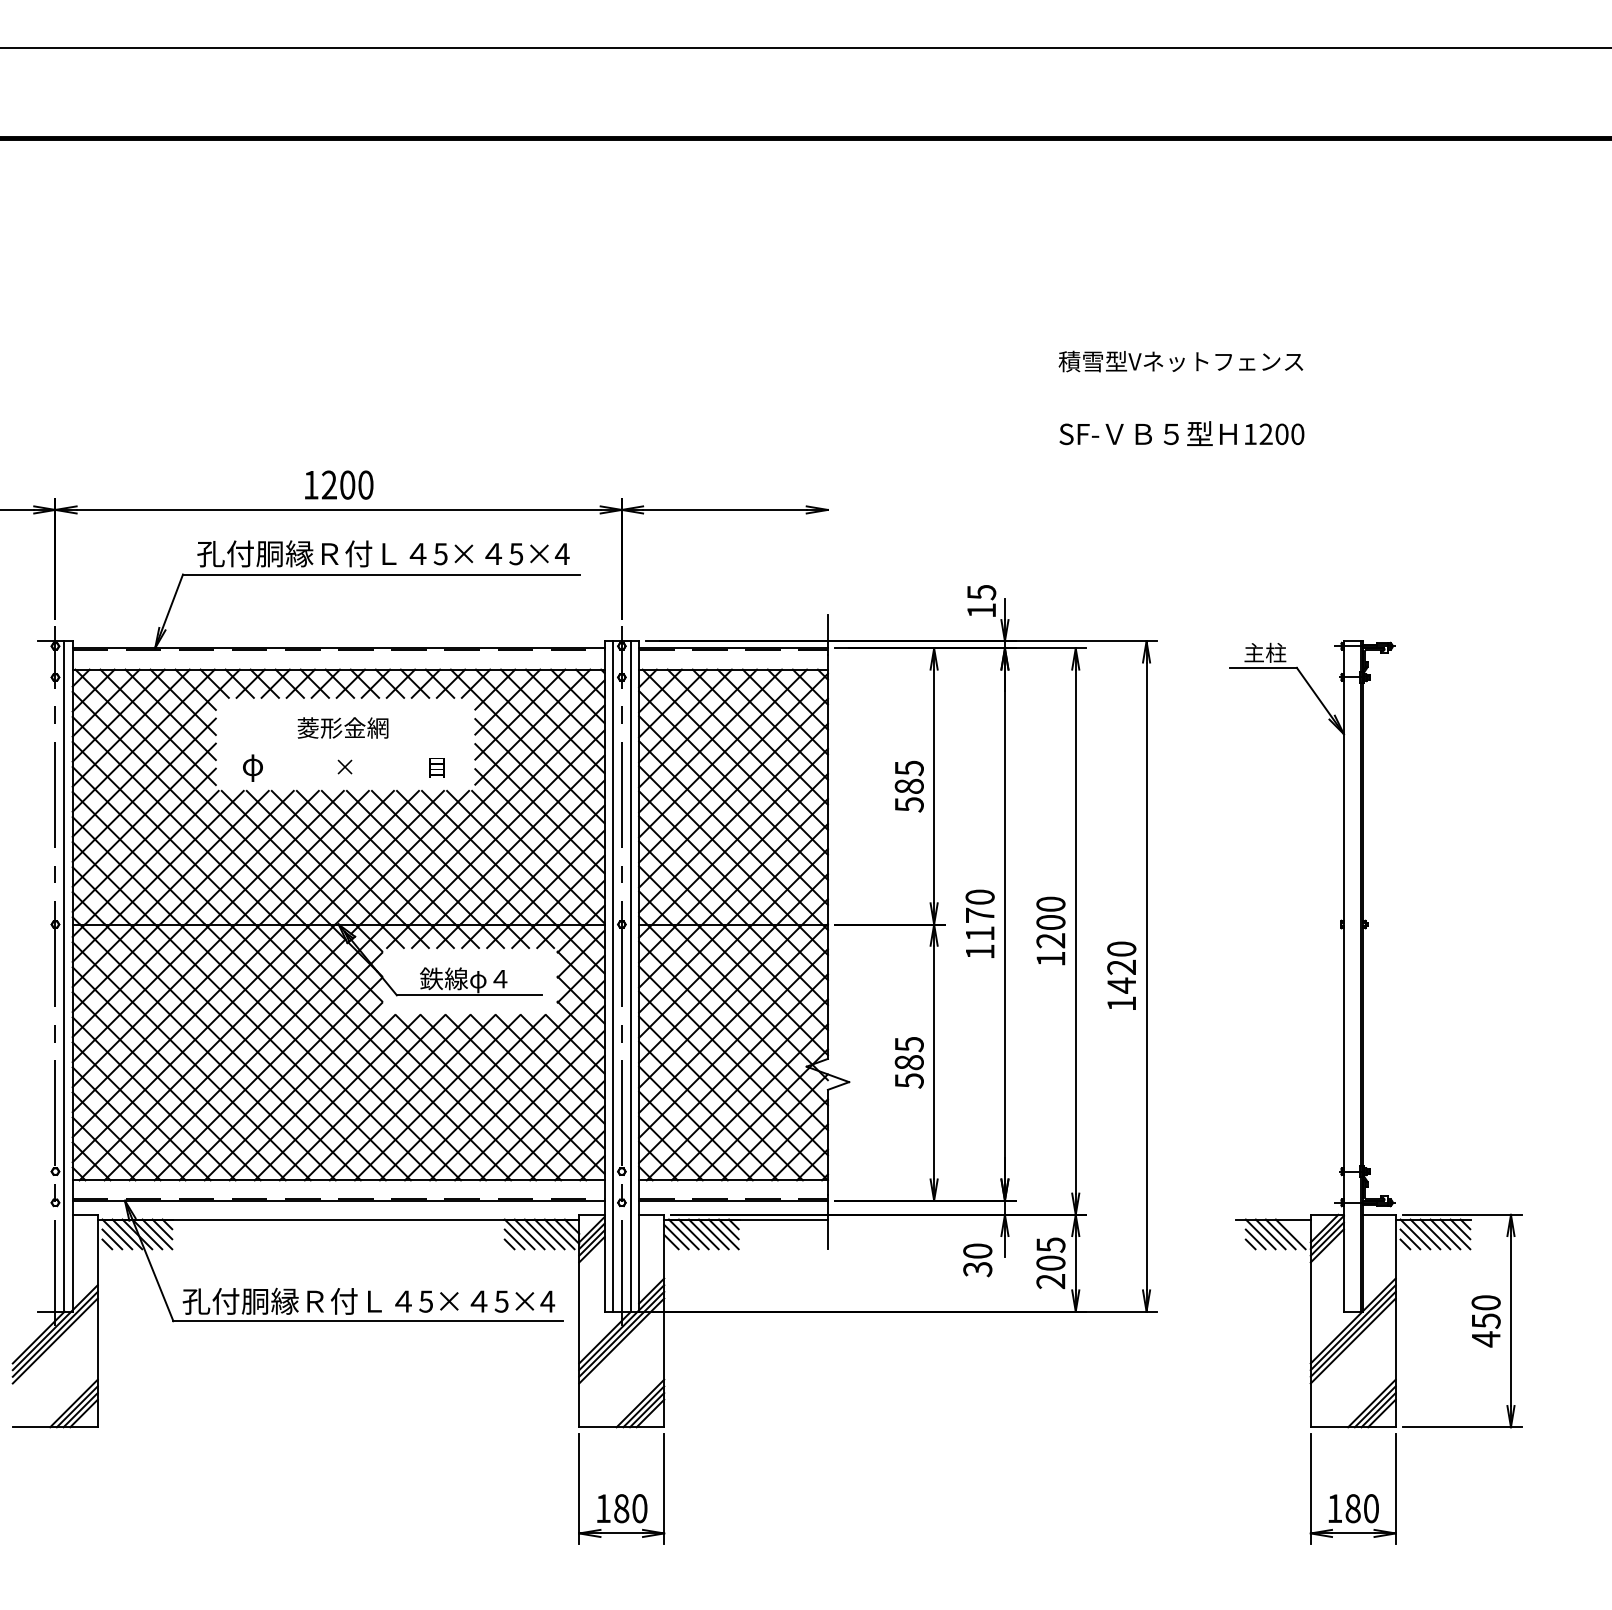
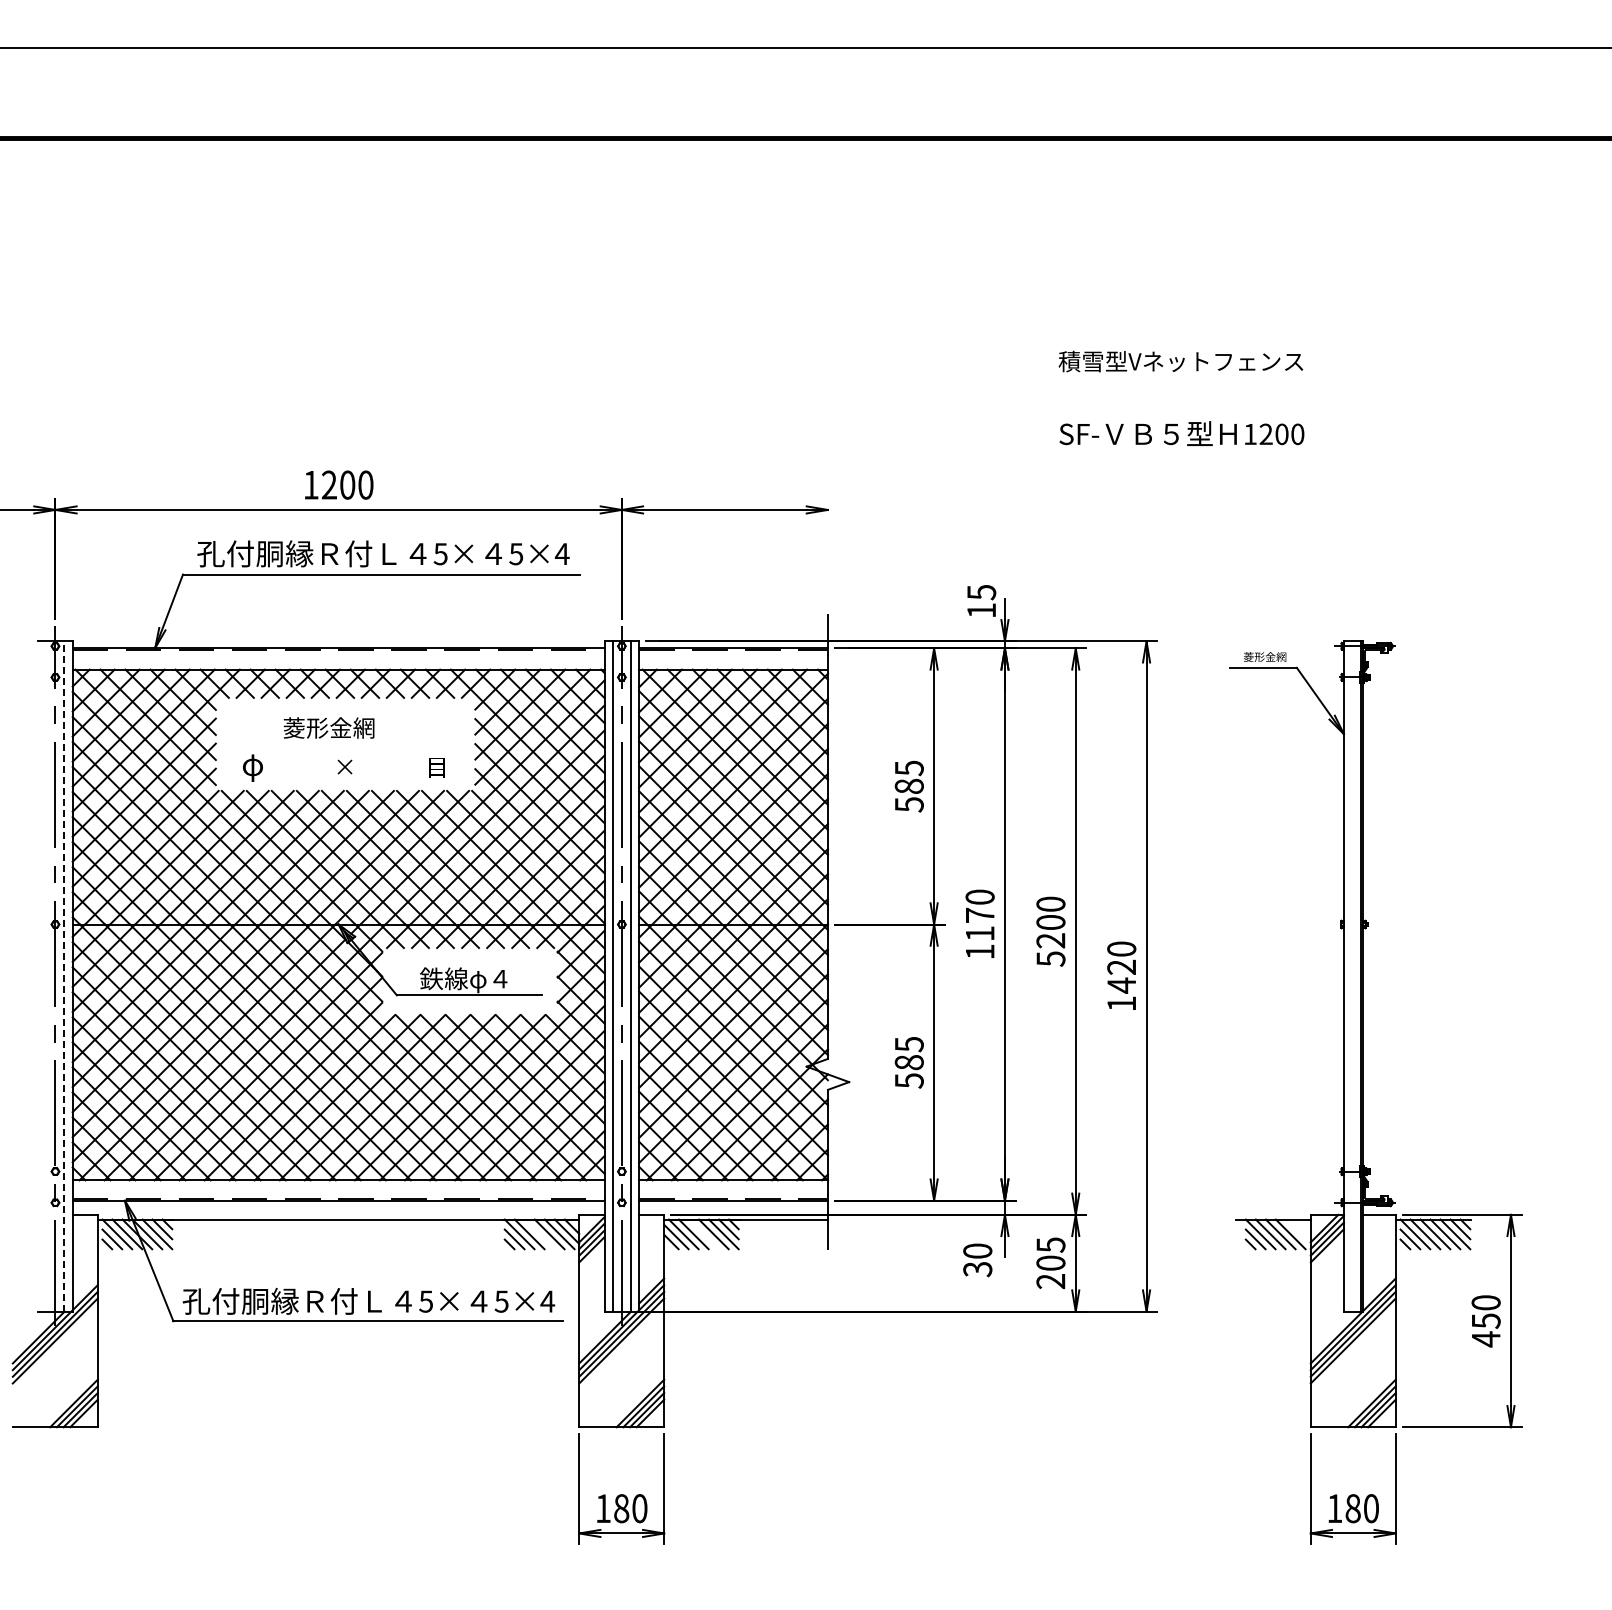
text at (1265, 652): 主柱 -> 菱形金網
text at (342, 727) position: (342, 727) -> (328, 727)
text at (1050, 958): 1200 -> 5200
line at (64, 975): solid -> dashed
line at (539, 1234): present -> none
line at (703, 1234): present -> none
